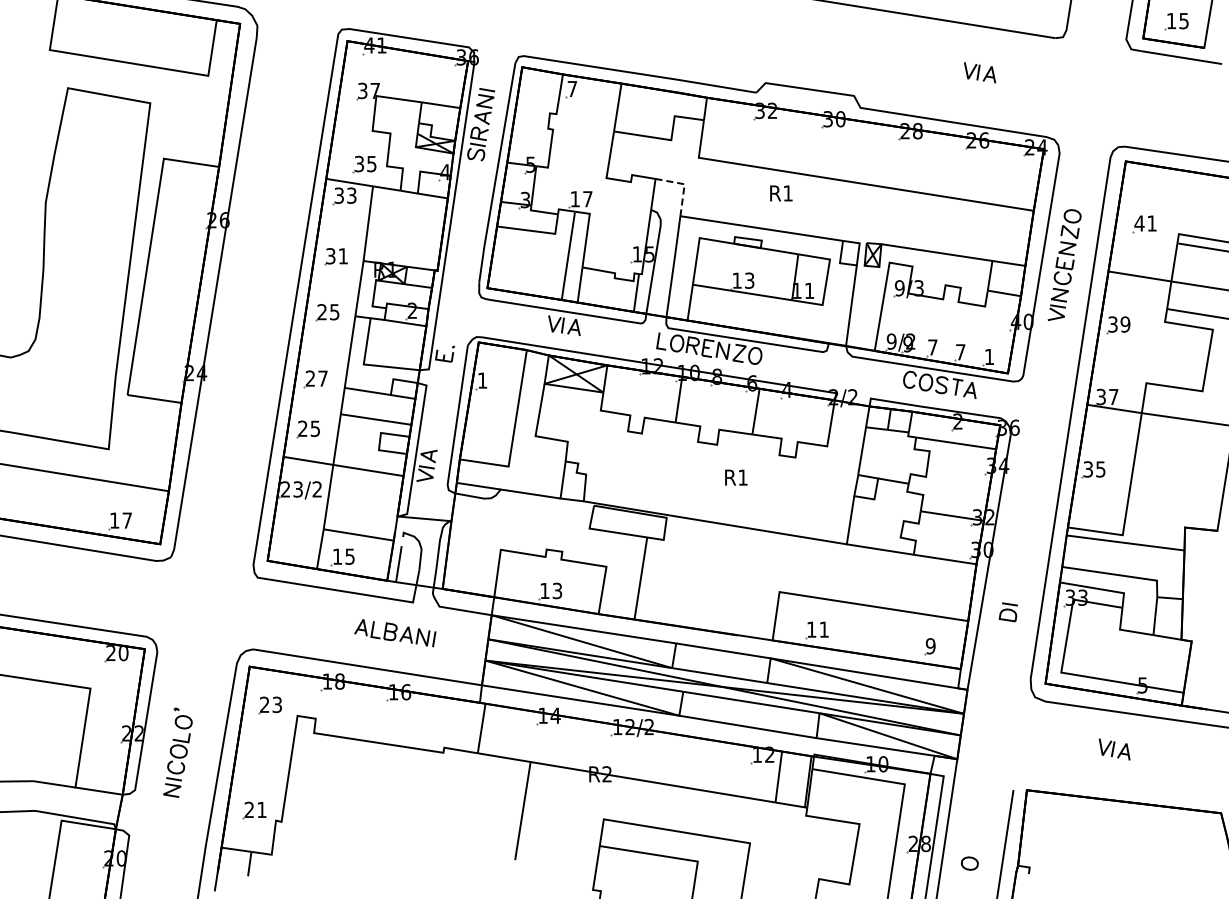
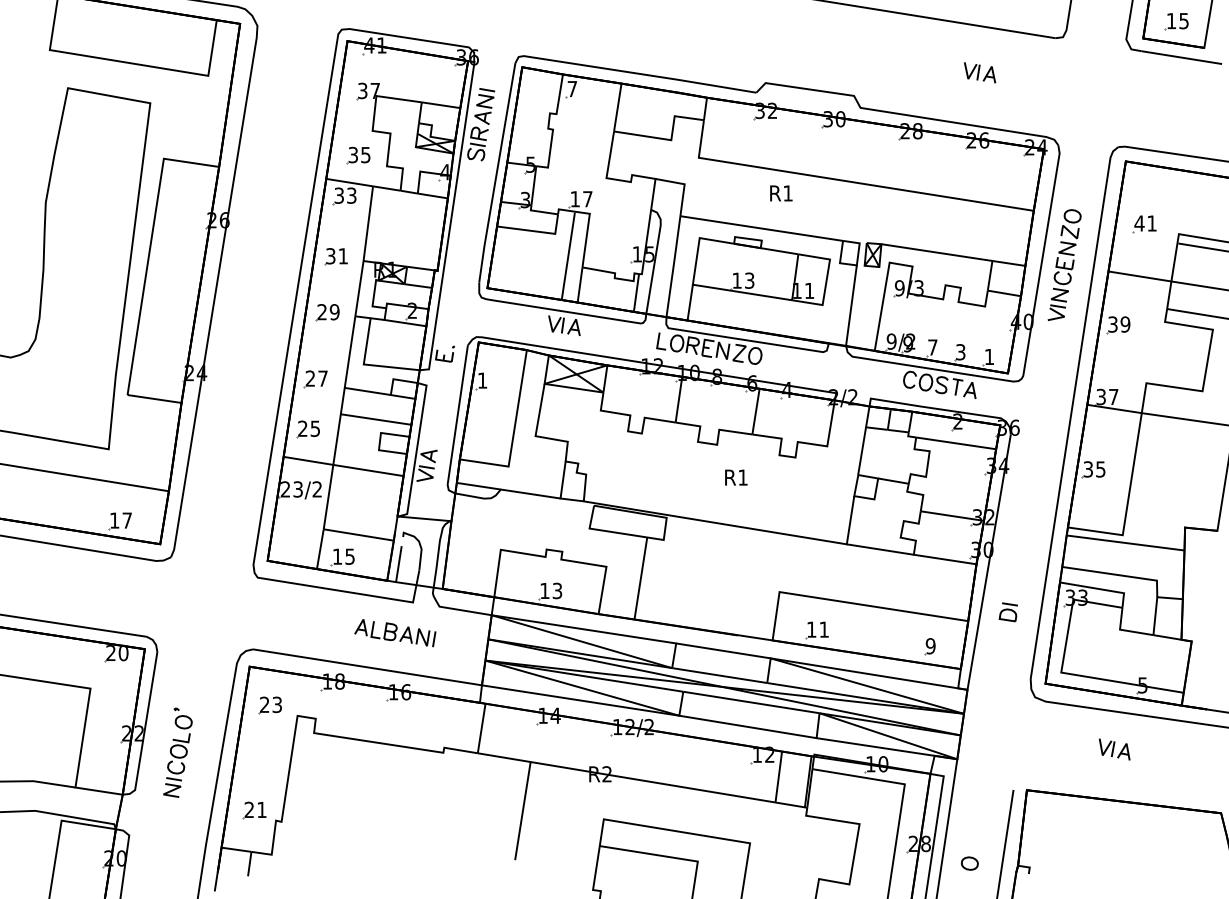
part at (364, 164) position: (364, 164) -> (358, 155)
line at (684, 185): dashed -> solid
text at (334, 312): 25 -> 29
text at (960, 352): 7 -> 3
